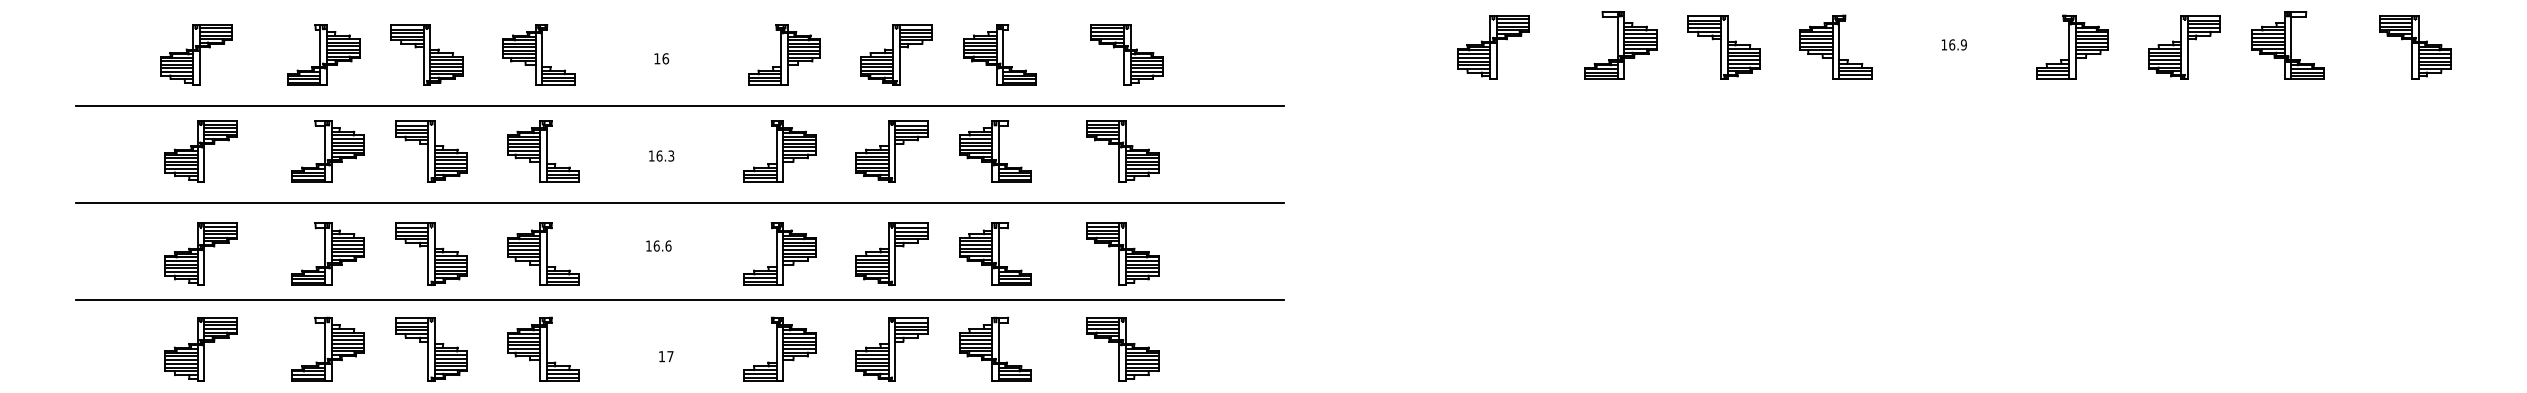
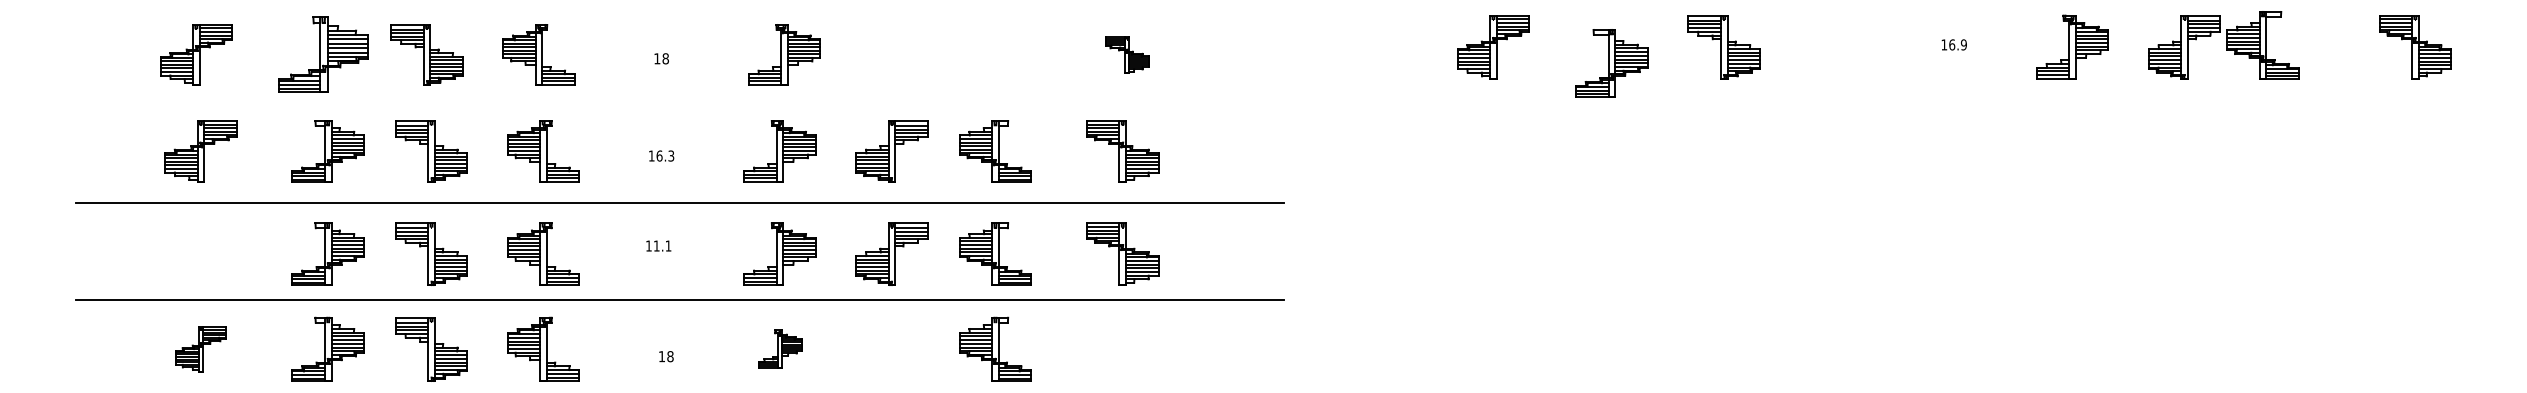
part at (1620, 45) position: (1620, 45) -> (1611, 63)
part at (2287, 45) position: (2287, 45) -> (2262, 45)
part at (1835, 46): present -> none
part at (323, 54) size: 74x62 px -> 91x77 px
part at (896, 54): present -> none
part at (999, 54): present -> none
part at (1126, 54) size: 74x62 px -> 45x38 px
text at (665, 58): 16 -> 18
line at (679, 105): present -> none
text at (662, 245): 16.6 -> 11.1
part at (200, 253): present -> none
part at (779, 348) size: 74x66 px -> 45x40 px
part at (200, 349) size: 74x65 px -> 52x47 px
part at (891, 349): present -> none
part at (1122, 349): present -> none
text at (670, 356): 17 -> 18
